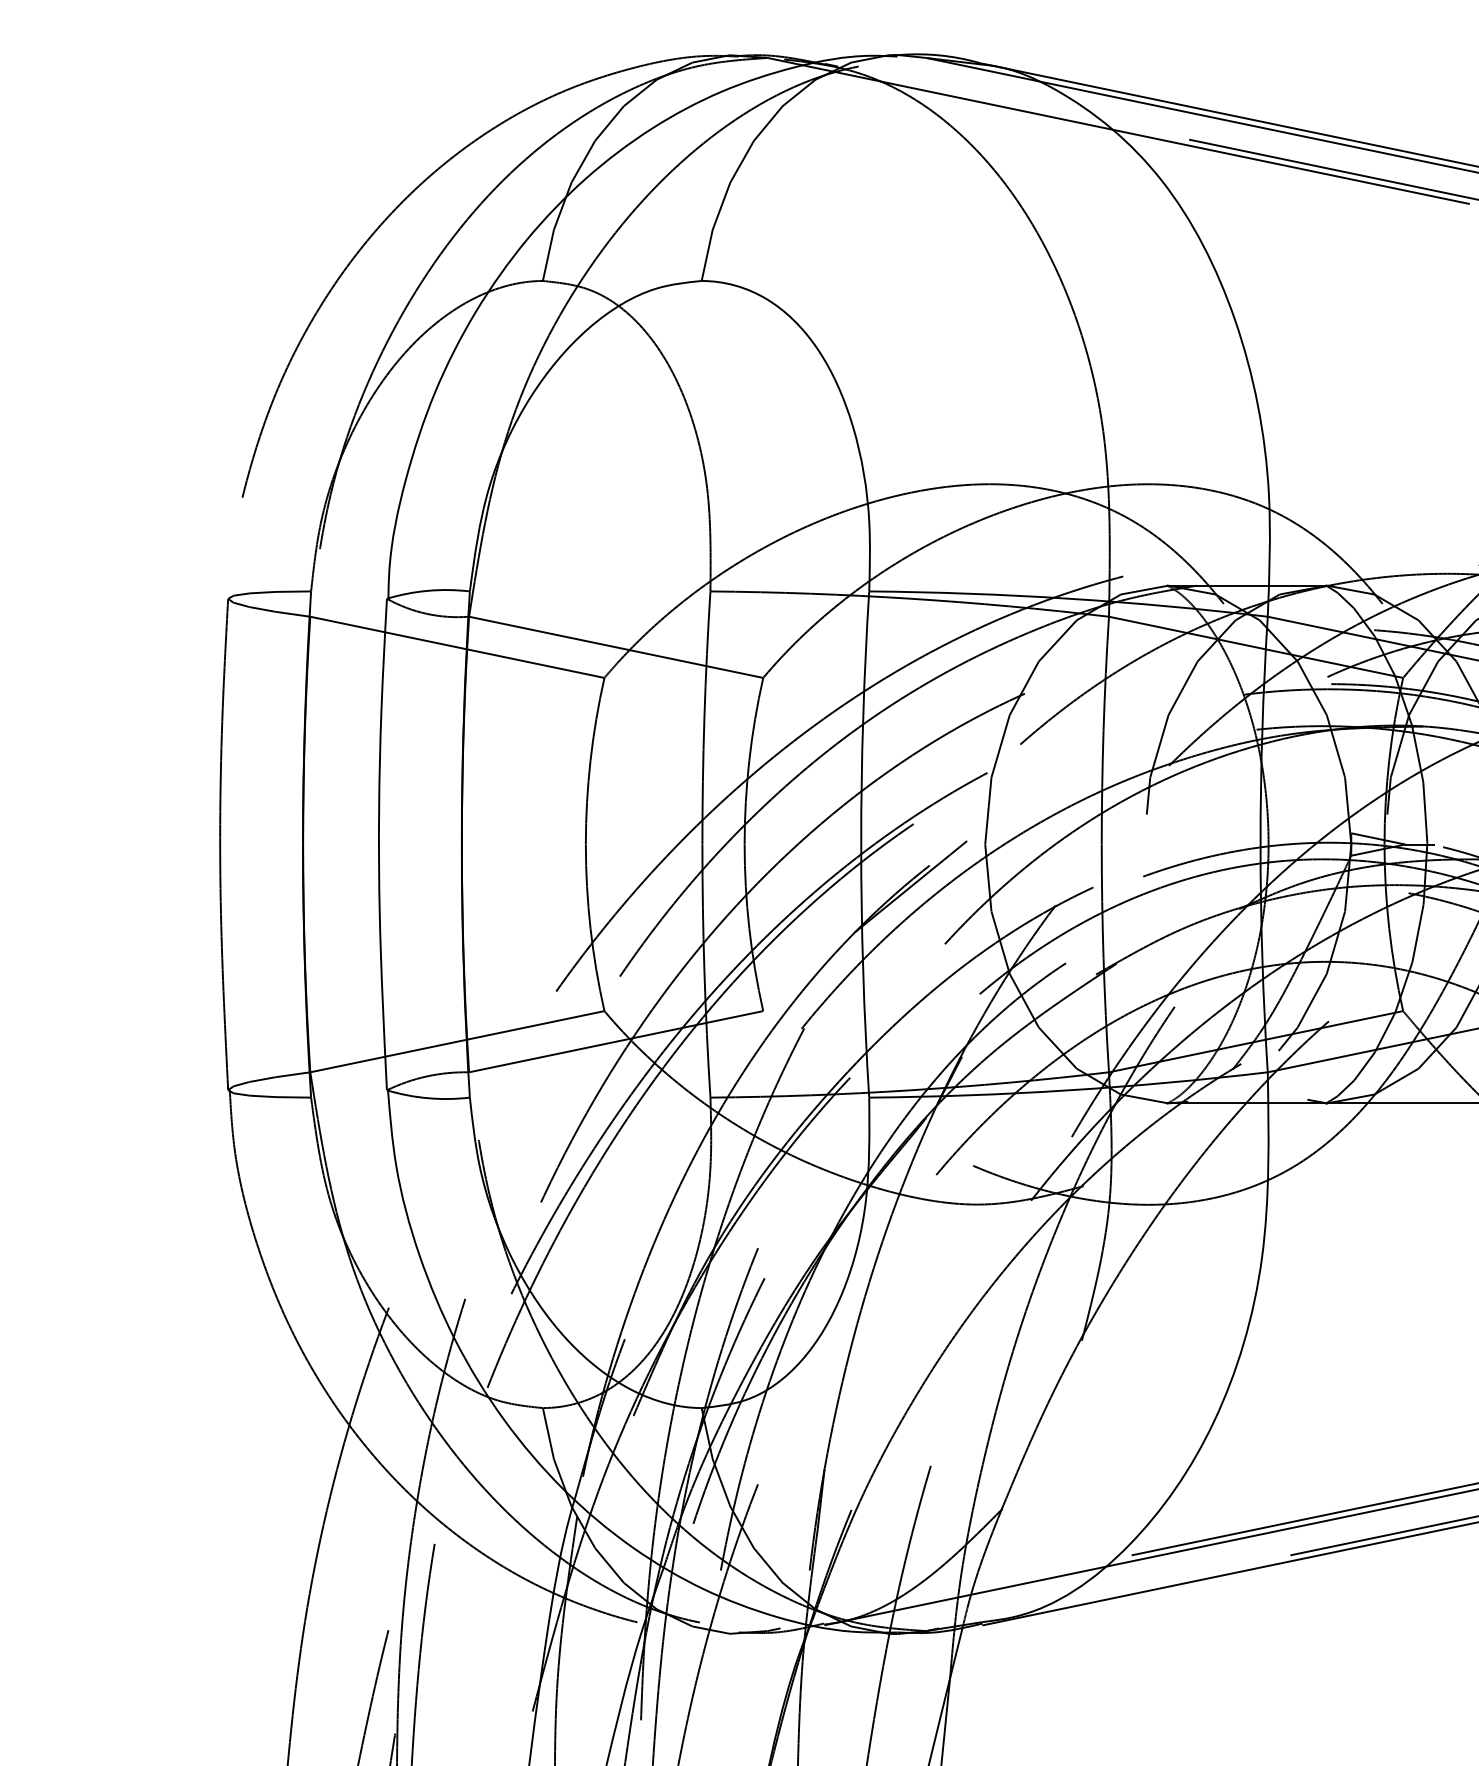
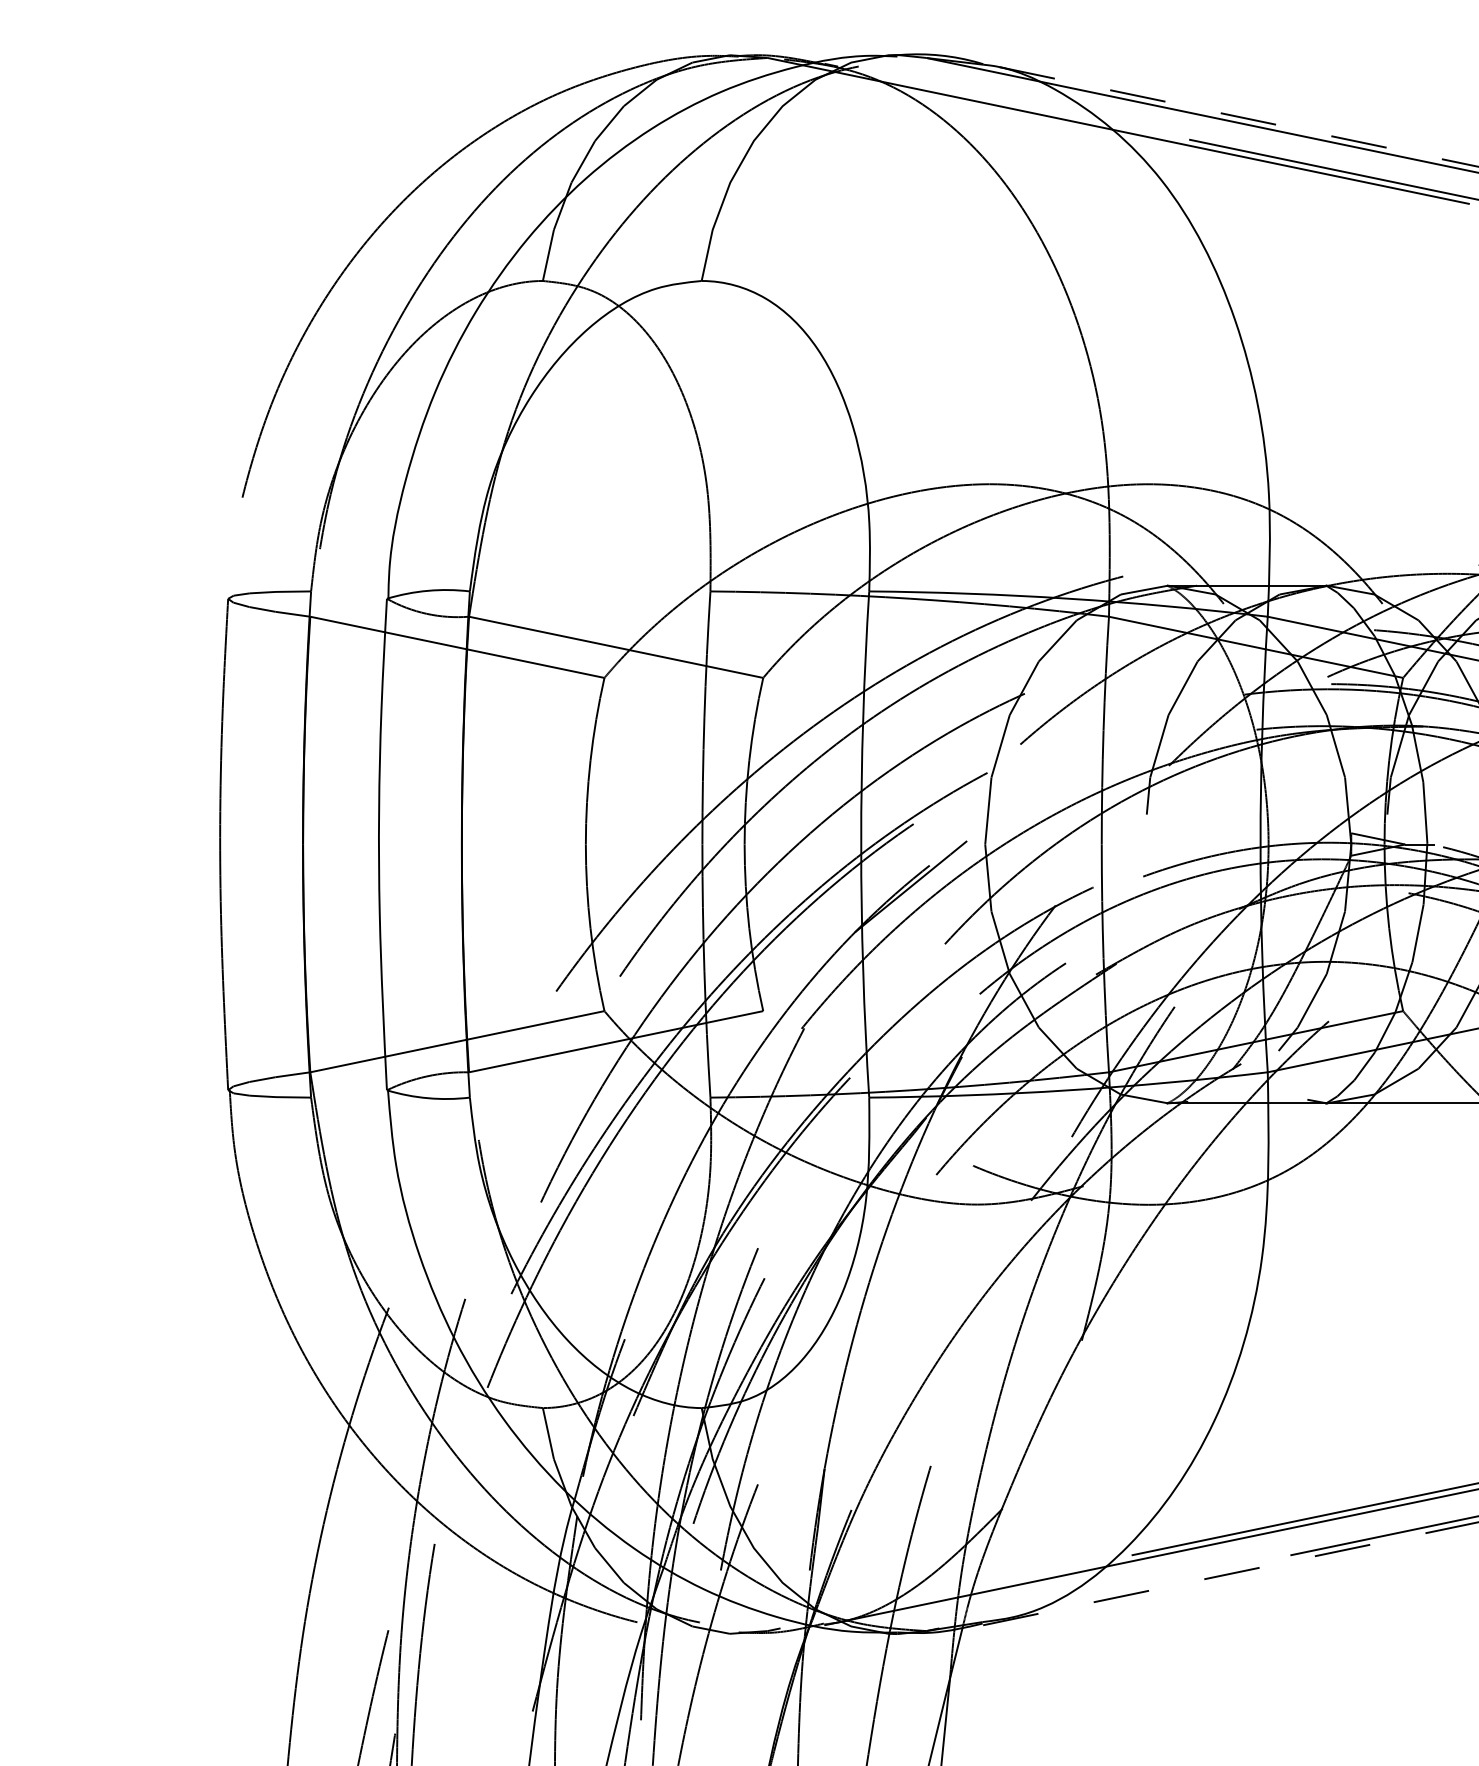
line at (1230, 115): solid -> dashed
line at (1230, 1573): solid -> dashed
